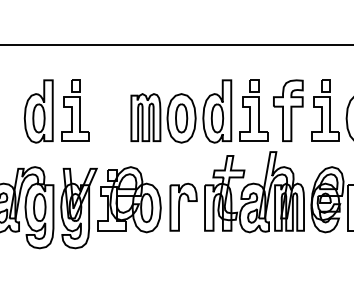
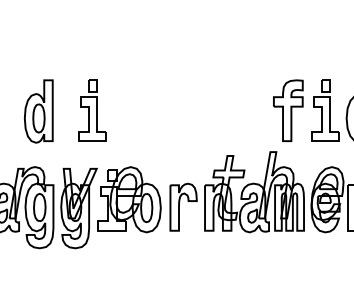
line at (176, 44): present -> none
part at (75, 110) position: (75, 110) -> (92, 110)
part at (199, 111): present -> none
